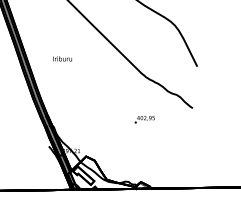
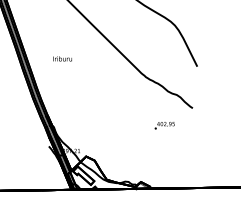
text at (144, 119) position: (144, 119) -> (164, 125)
